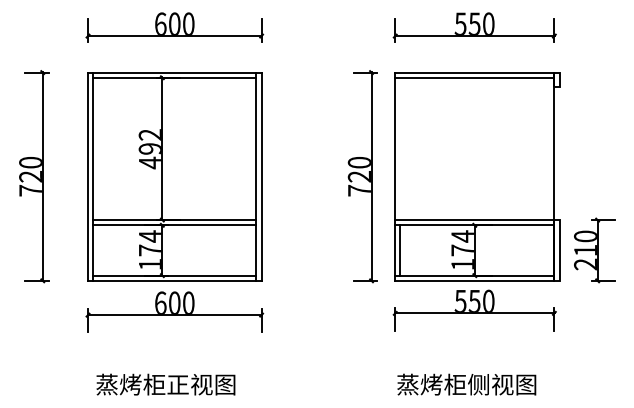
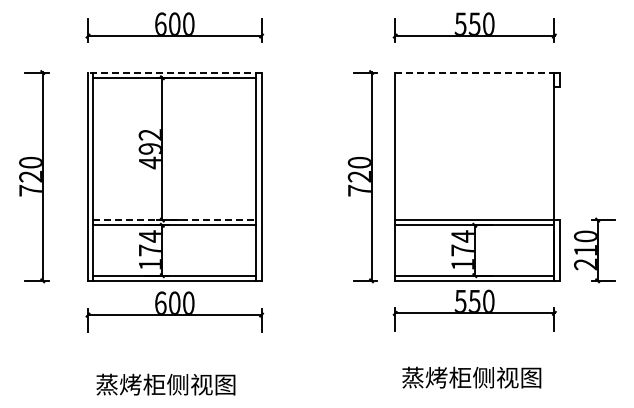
line at (174, 72): solid -> dashed
line at (474, 72): solid -> dashed
line at (474, 77): present -> none
line at (174, 220): solid -> dashed
line at (400, 250): present -> none
text at (177, 384): 蒸烤柜正视图 -> 蒸烤柜侧视图
text at (466, 384) position: (466, 384) -> (471, 377)
